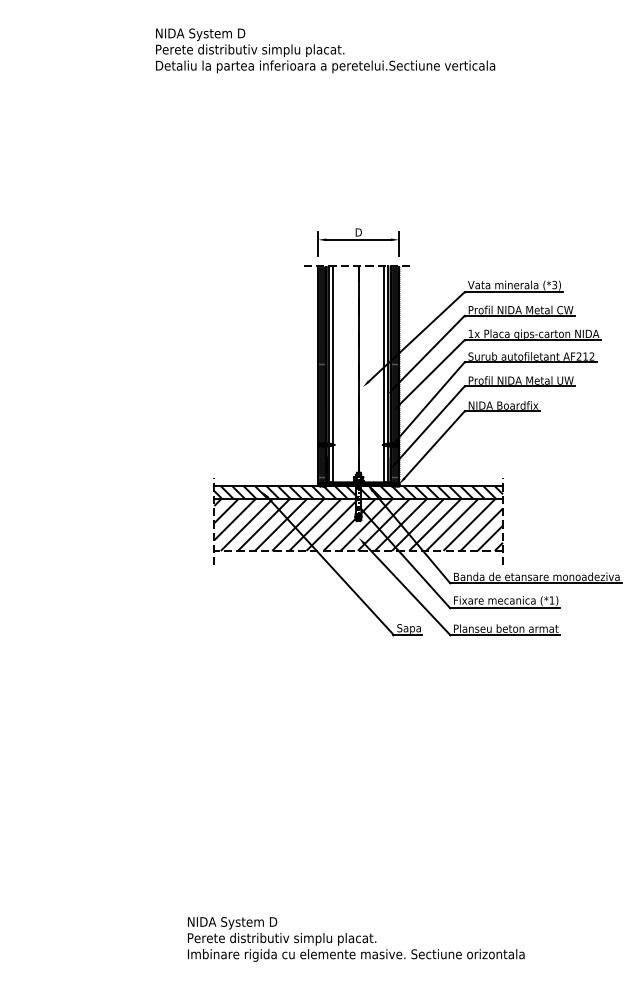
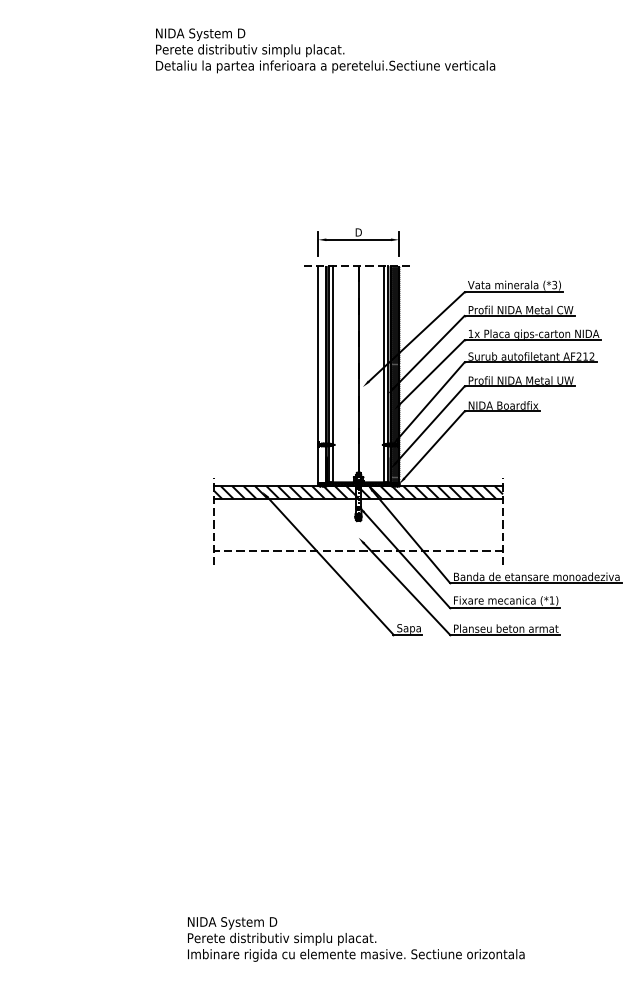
hatch at (321, 374): present -> none
hatch at (358, 524): present -> none
